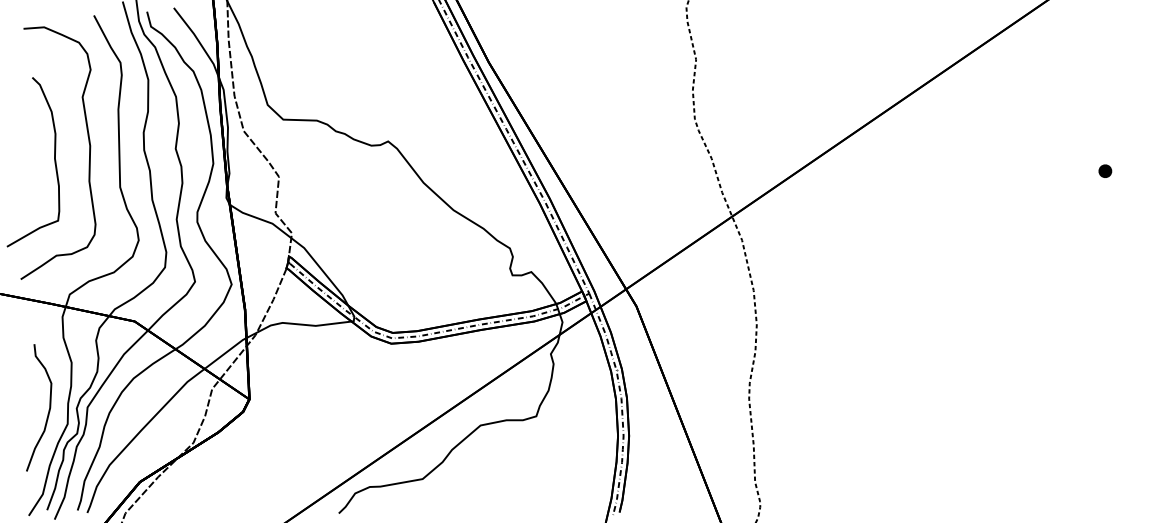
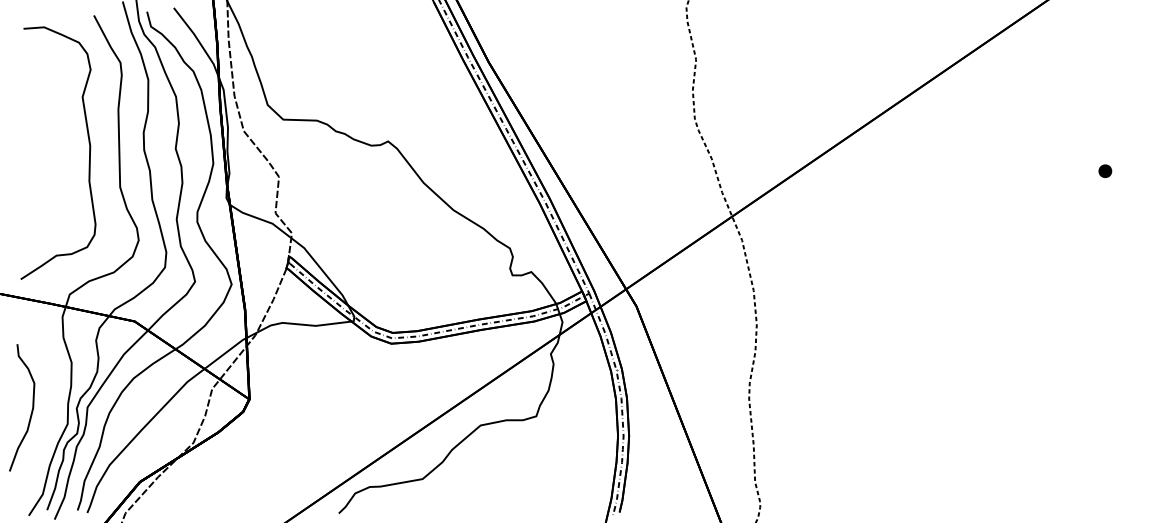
curve at (54, 162): present -> none
curve at (48, 409) position: (48, 409) -> (31, 409)
